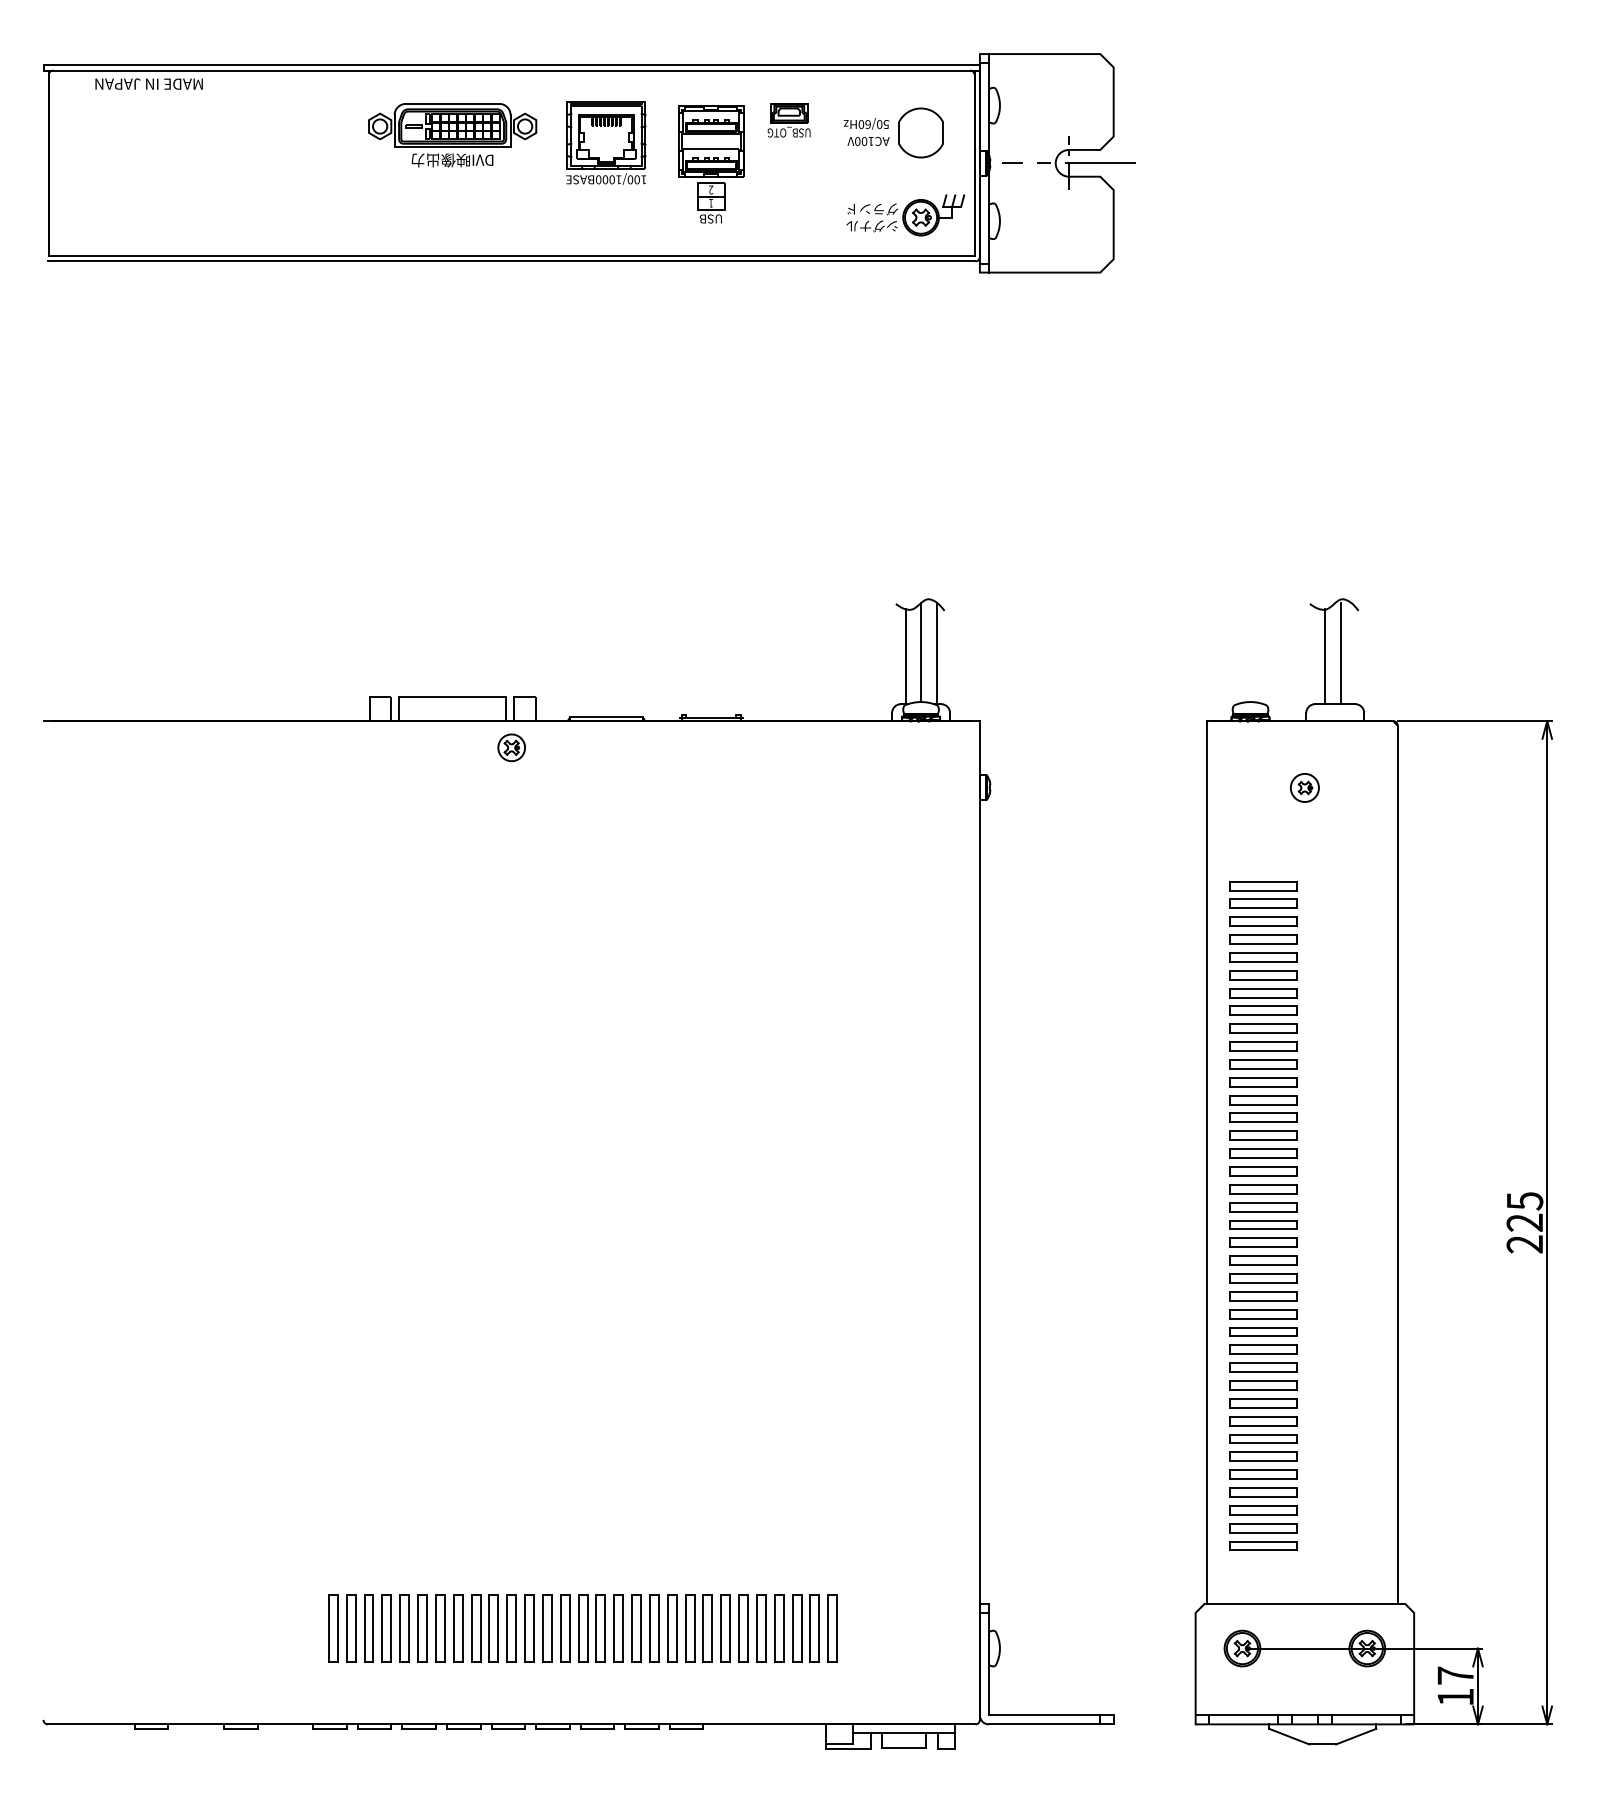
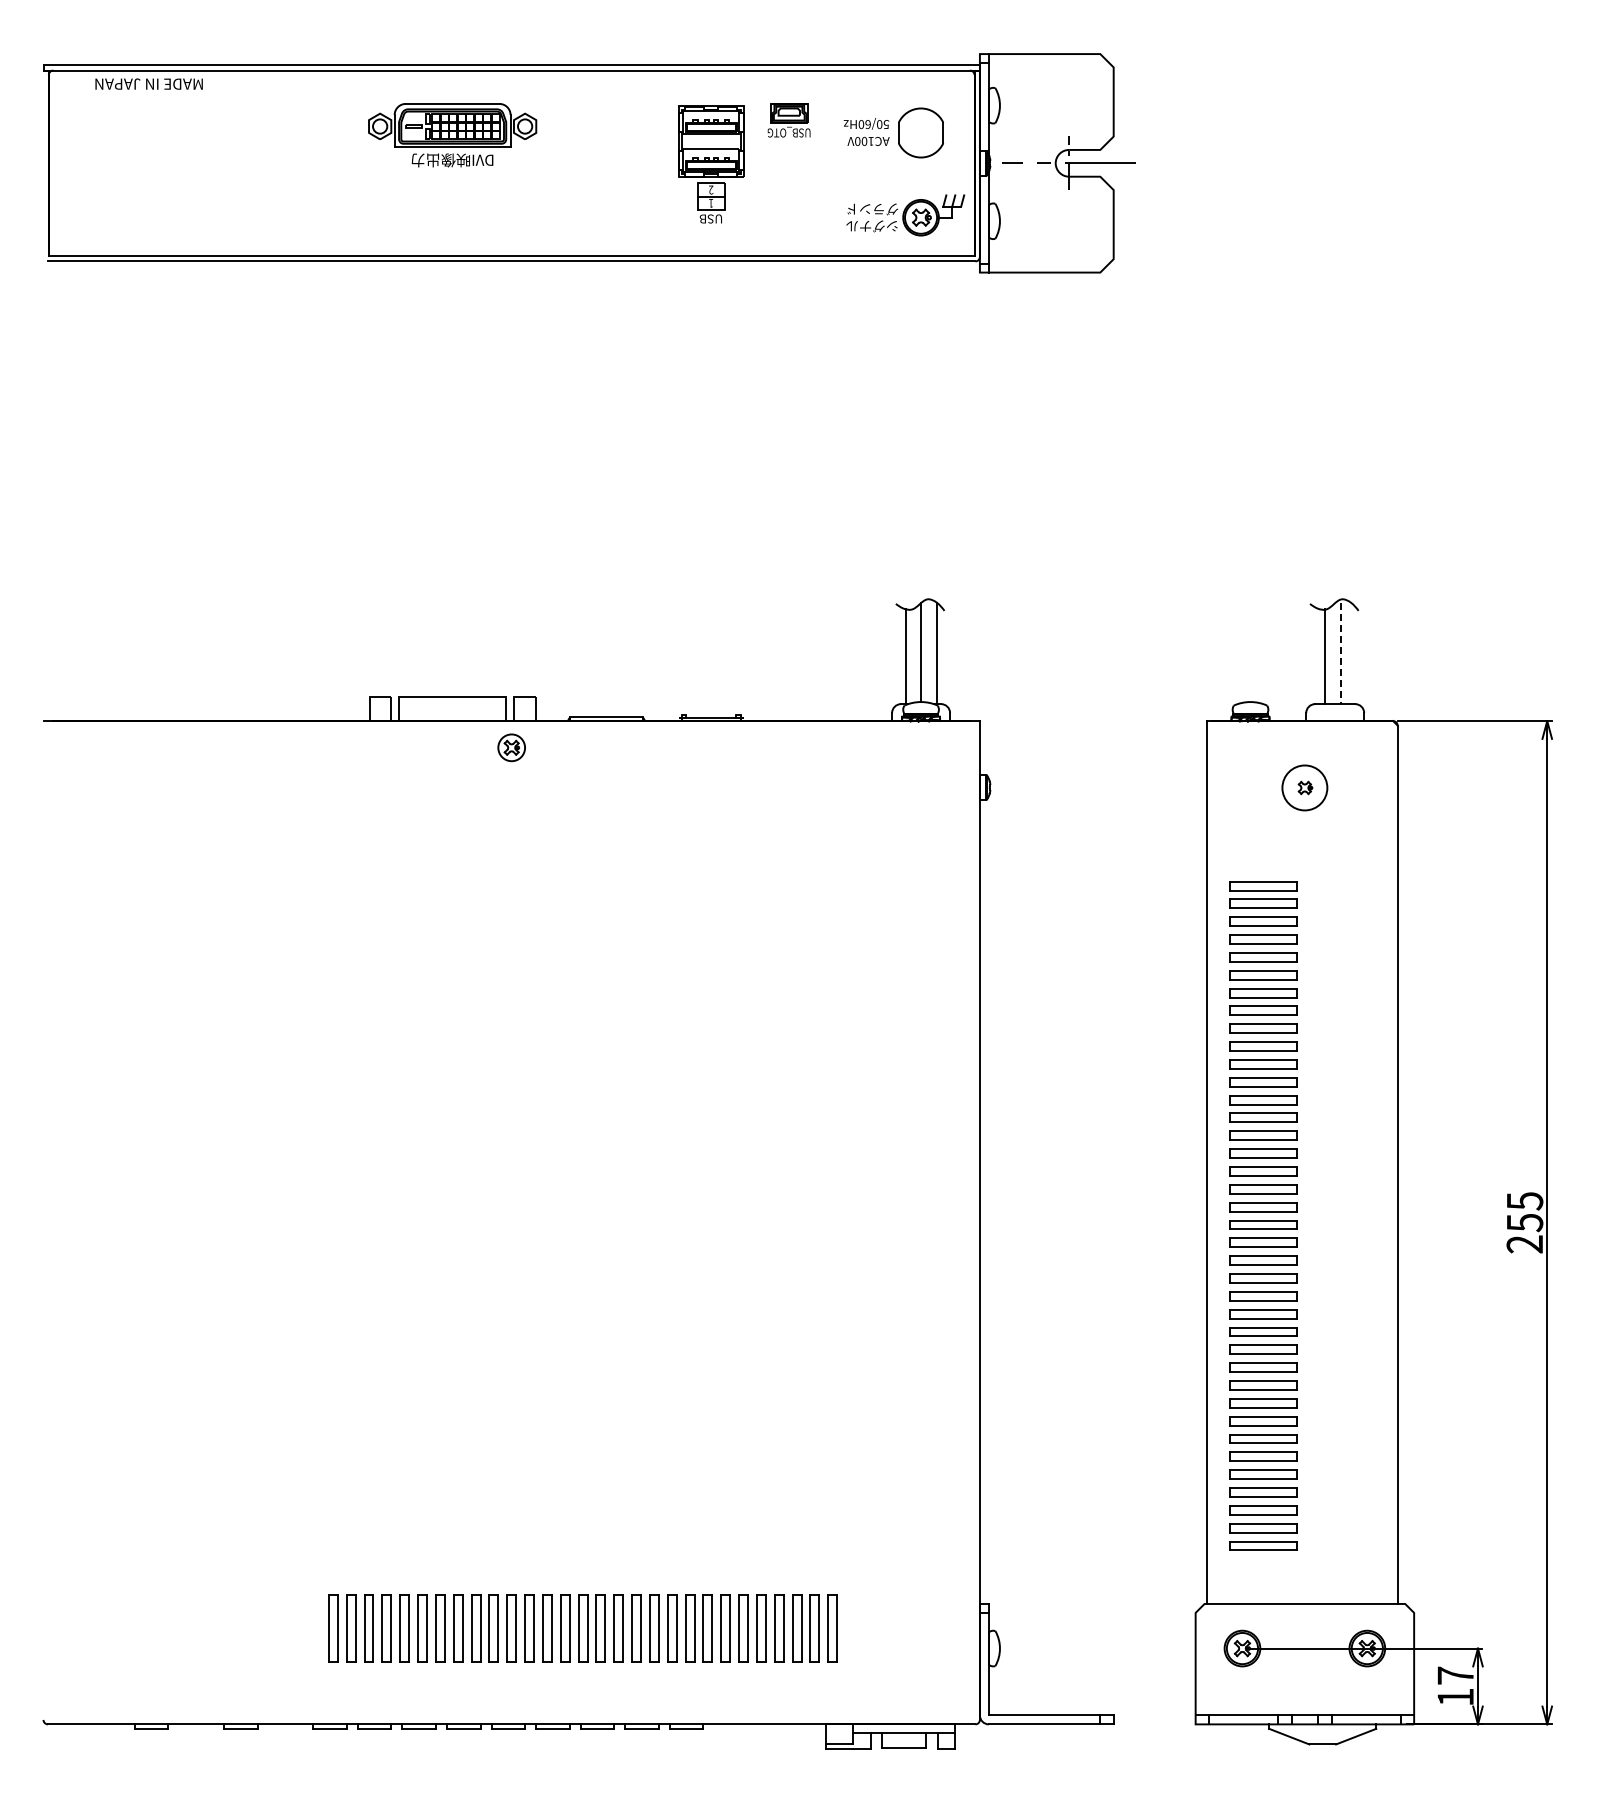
part at (606, 142): present -> none
line at (1340, 653): solid -> dashed
circle at (1304, 787) diameter: 28 px -> 45 px
text at (1524, 1222): 225 -> 255
